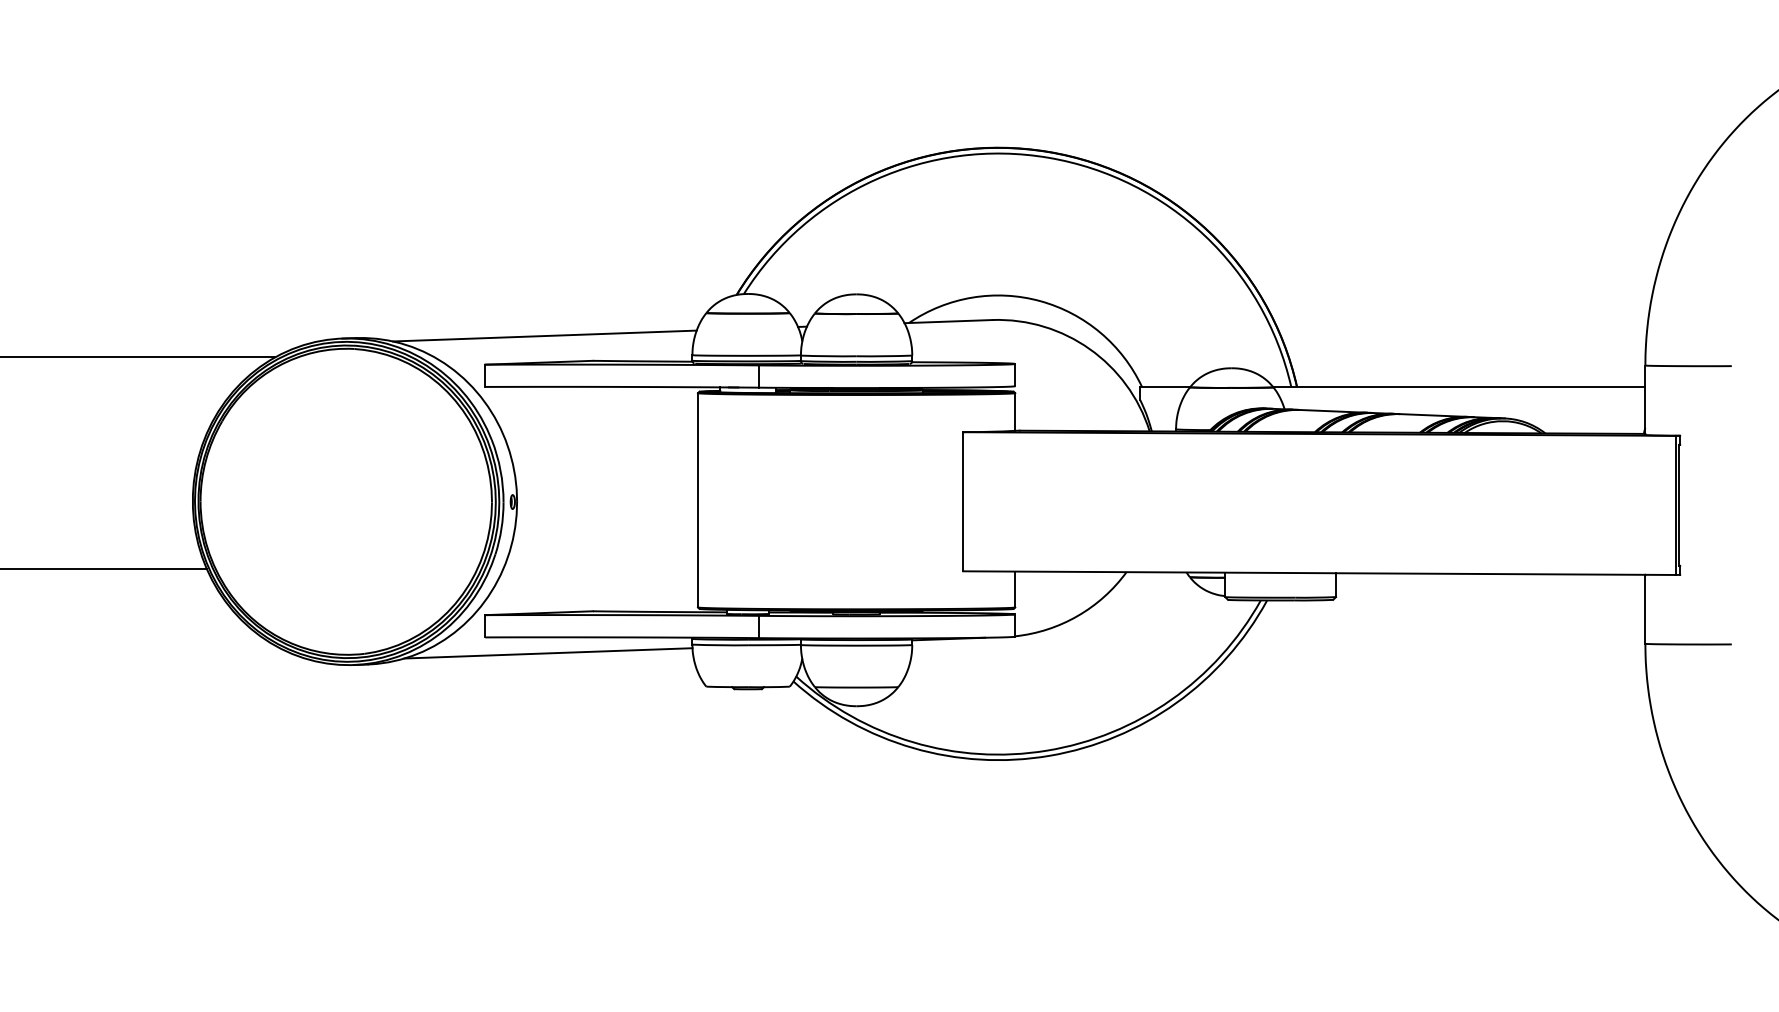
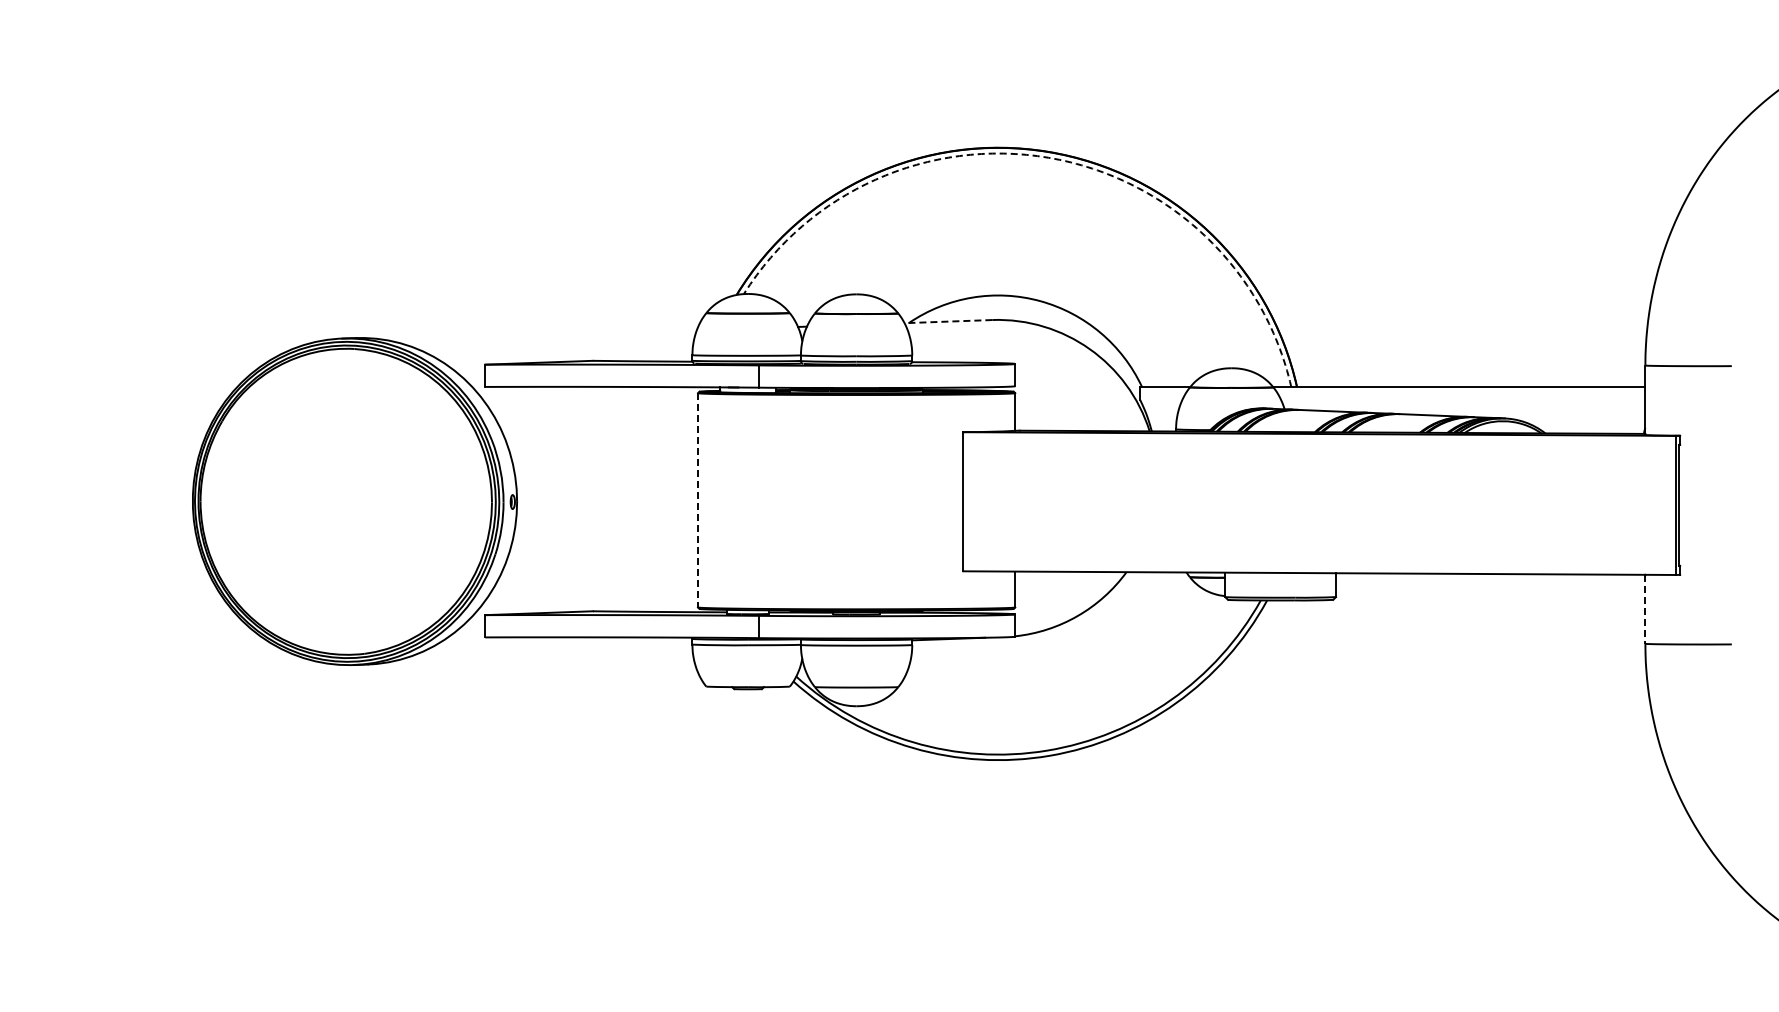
arc at (1048, 157): solid -> dashed
line at (948, 321): solid -> dashed
line at (544, 335): present -> none
line at (138, 357): present -> none
line at (697, 500): solid -> dashed
line at (104, 568): present -> none
line at (1645, 609): solid -> dashed
line at (548, 653): present -> none
